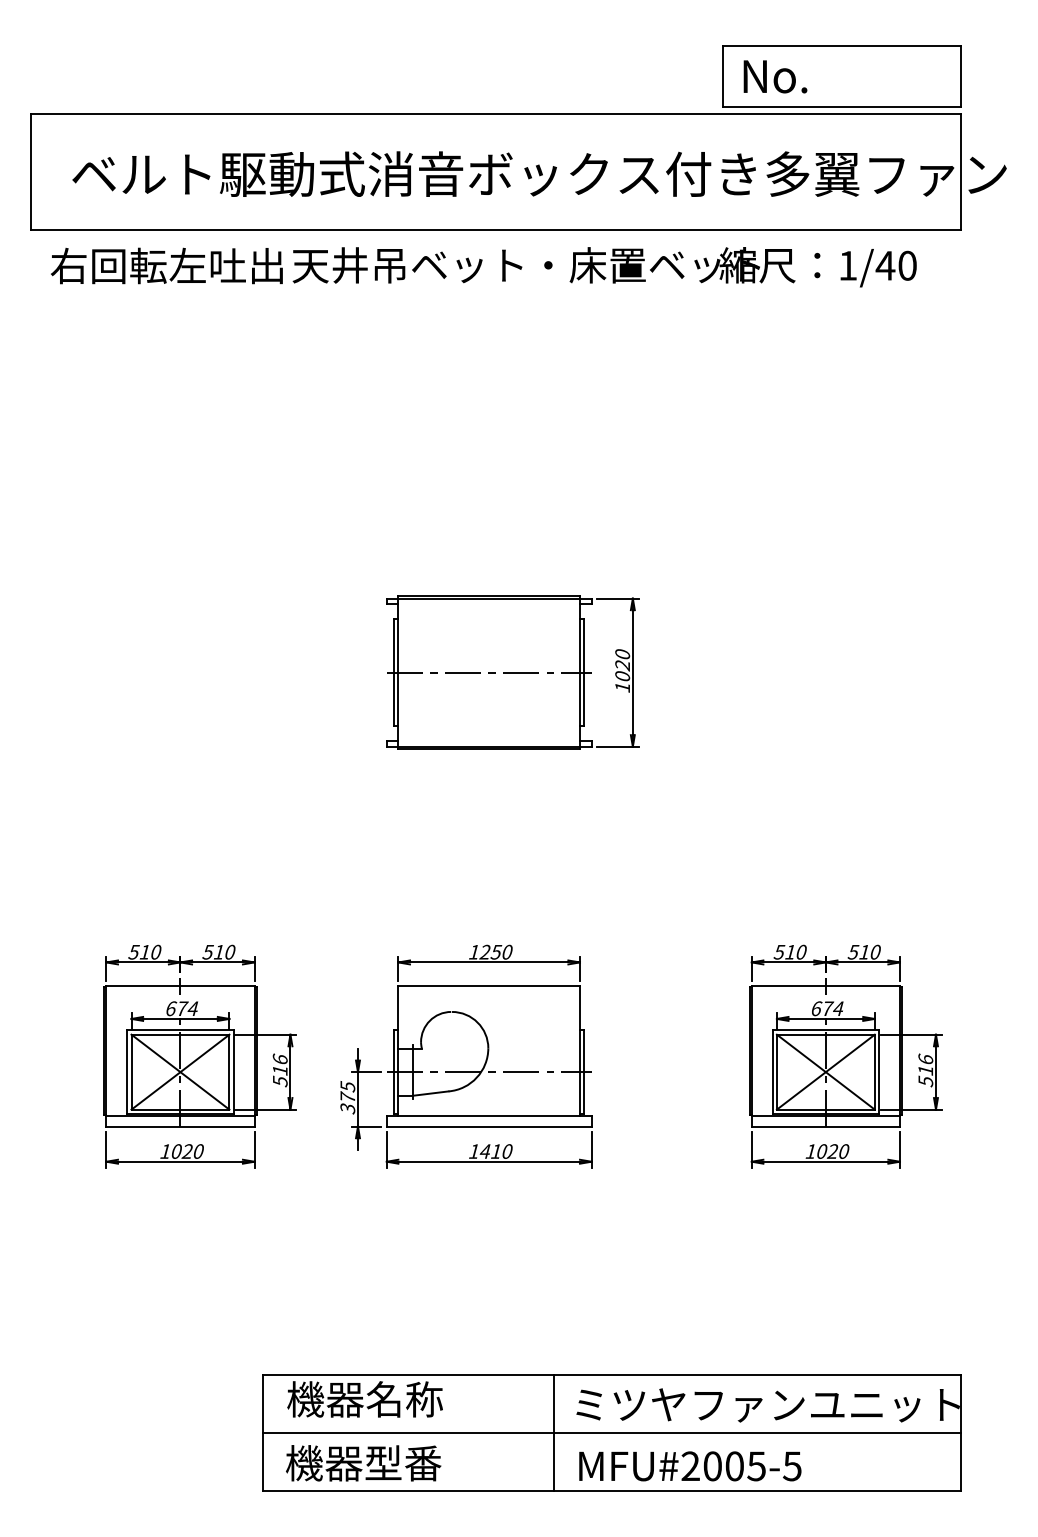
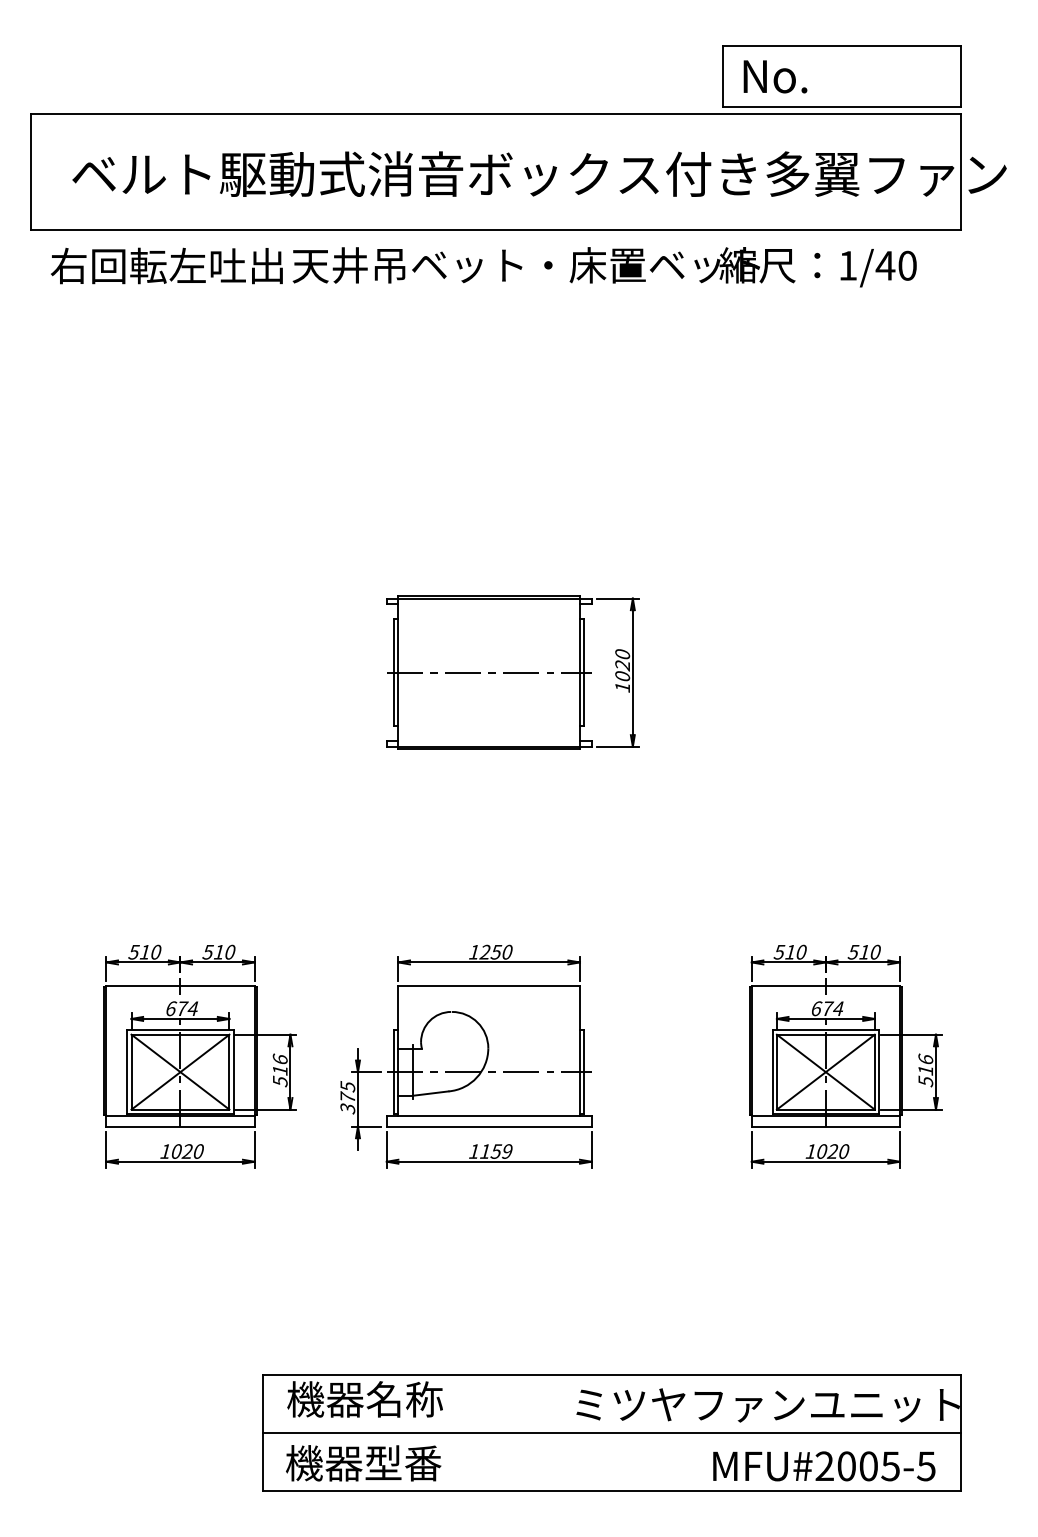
text at (495, 1151): 1410 -> 1159
line at (553, 1432): present -> none
text at (690, 1466) position: (690, 1466) -> (824, 1466)
